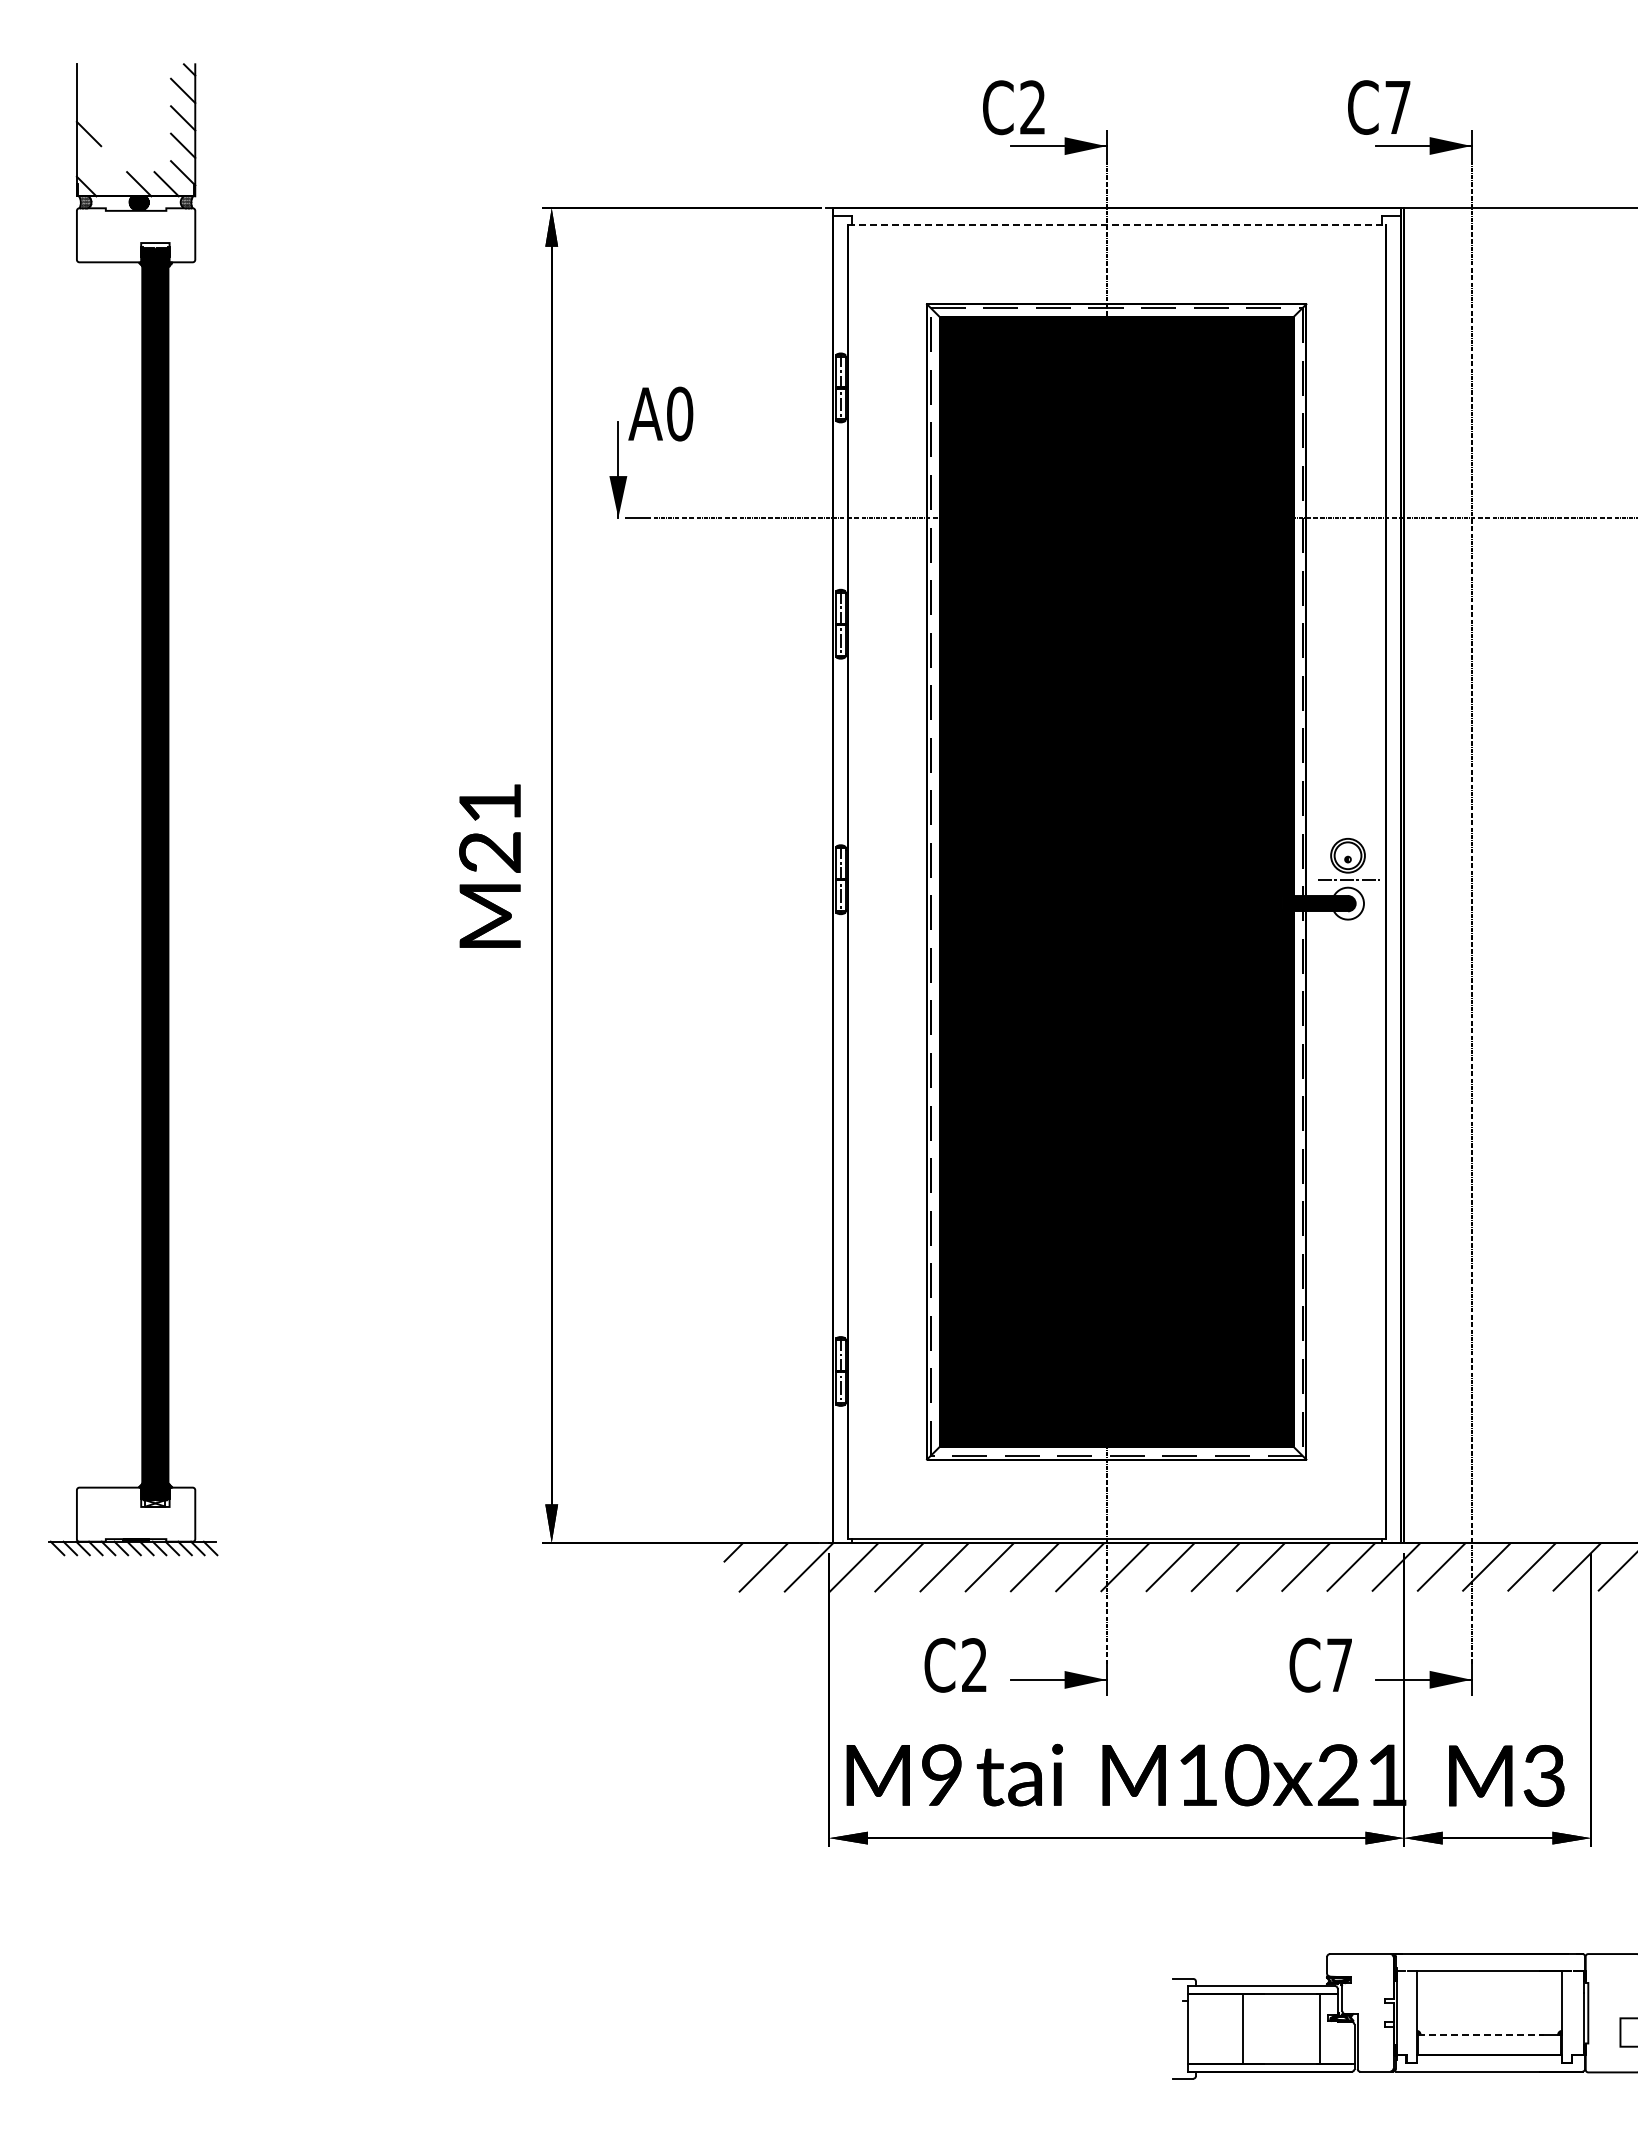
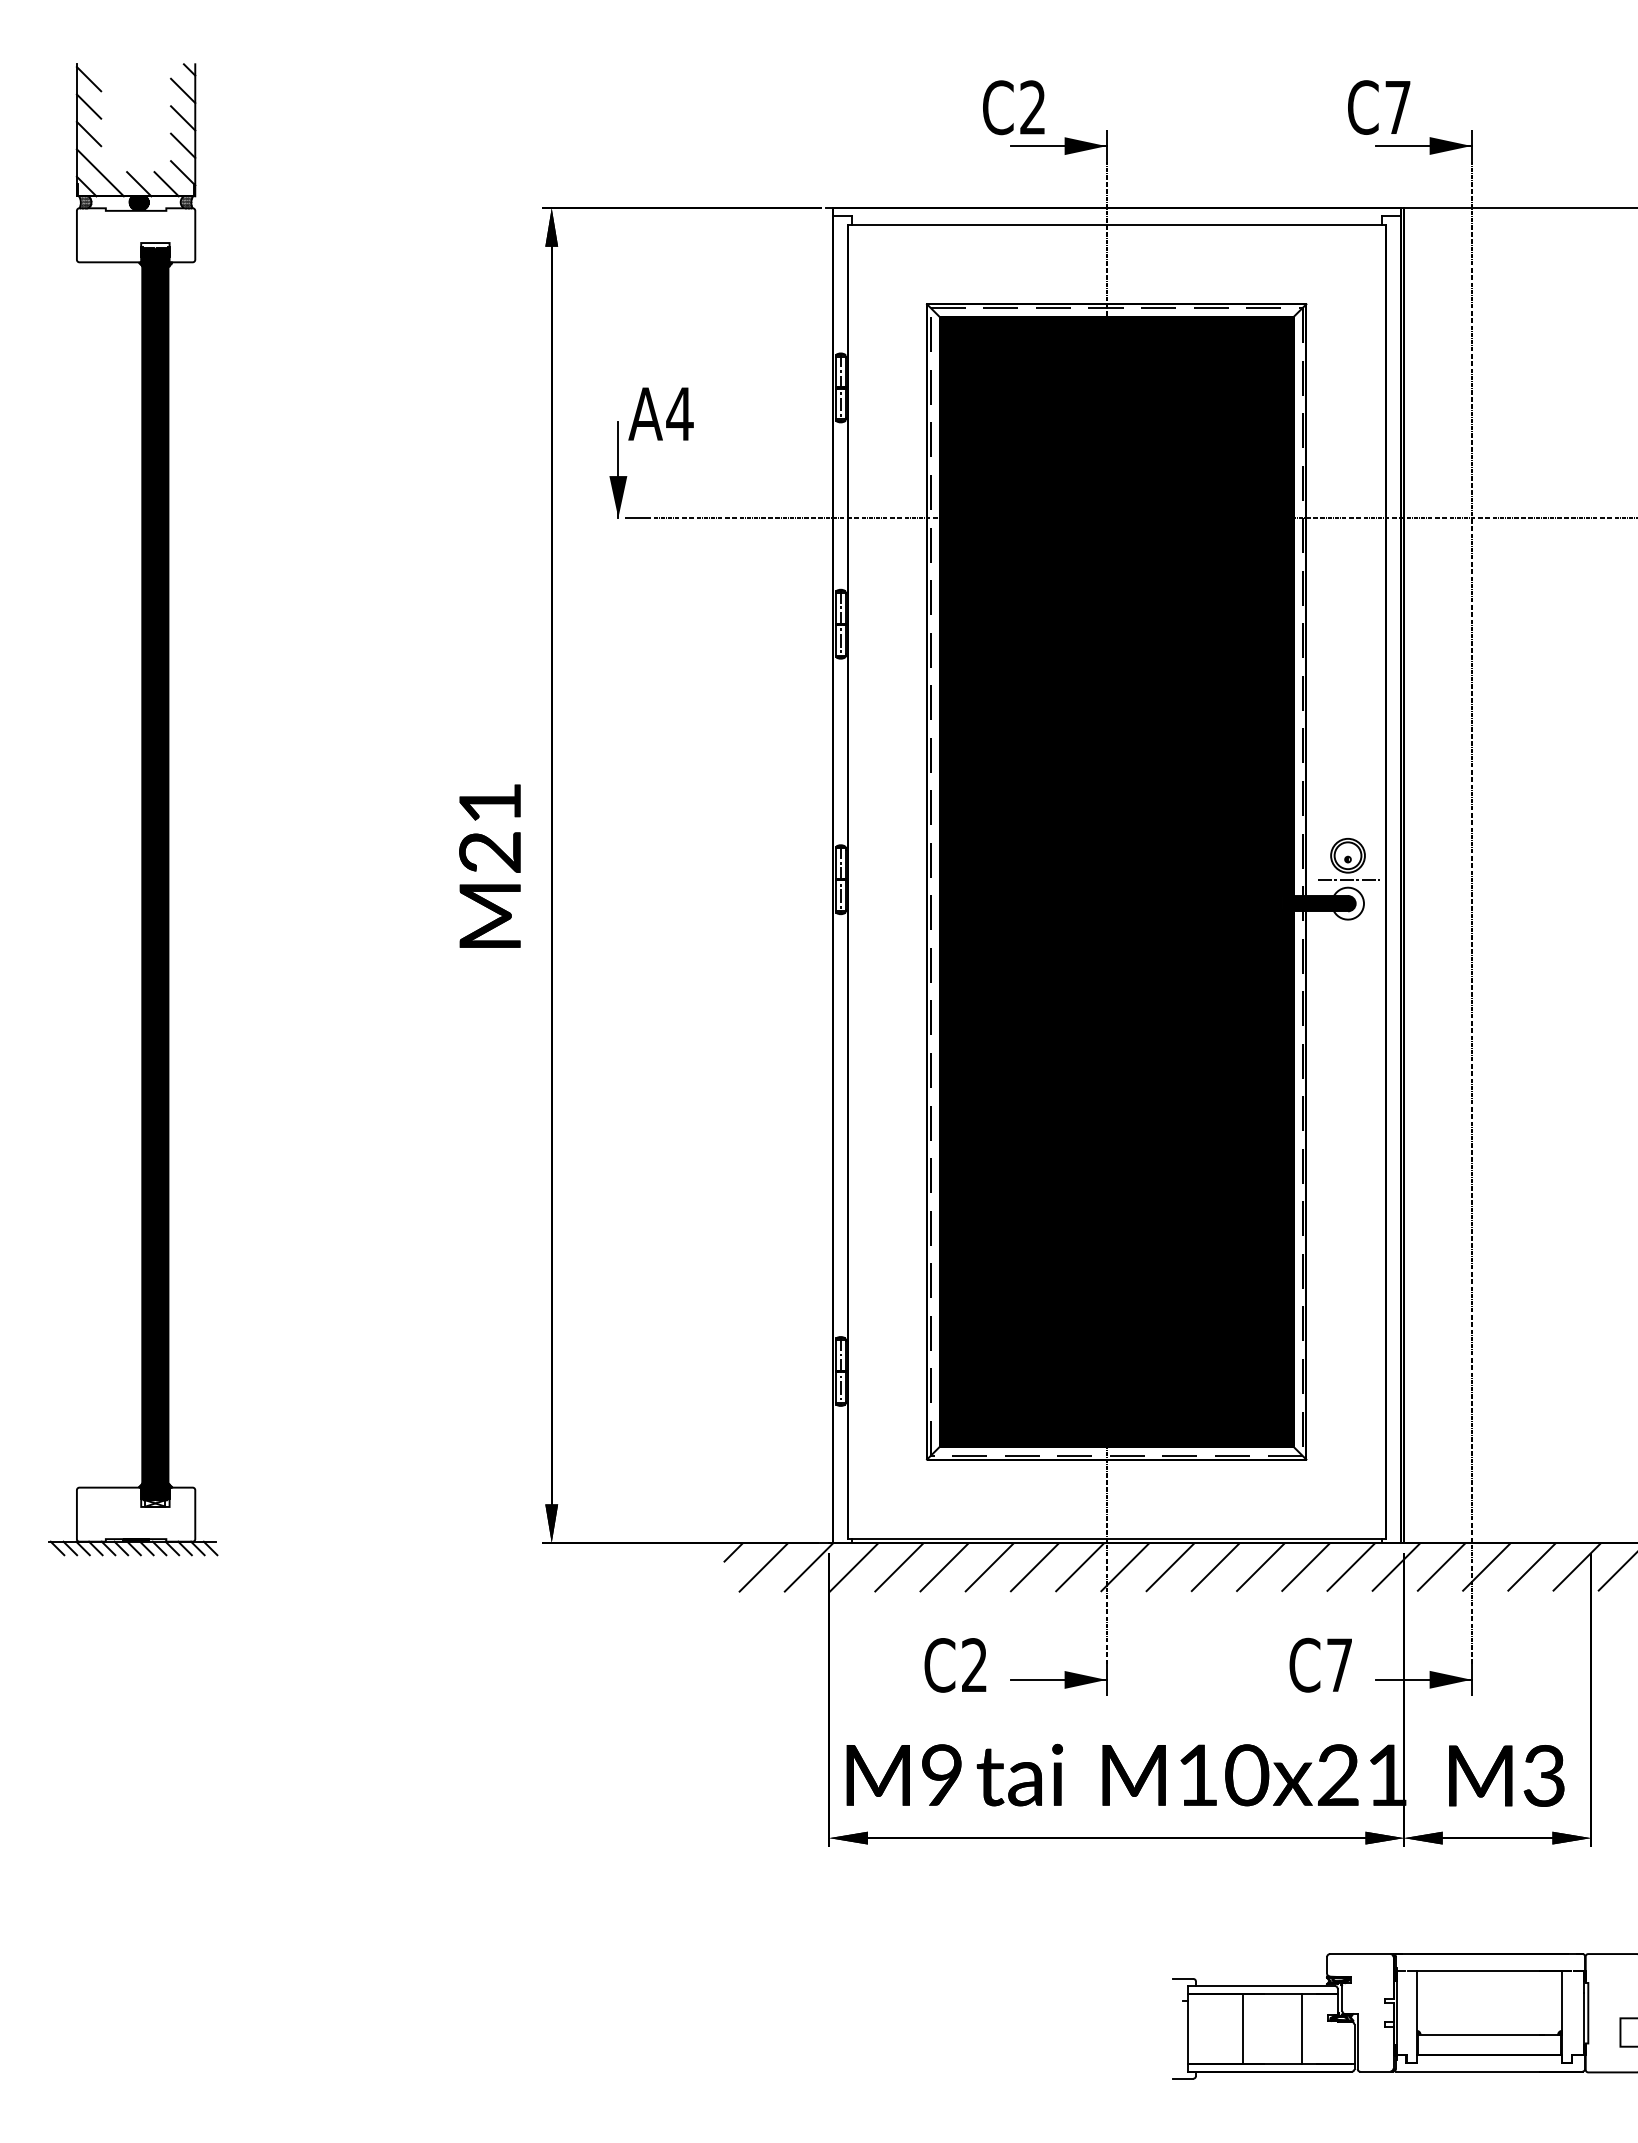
line at (88, 79): none -> present
line at (88, 106): none -> present
line at (99, 172): none -> present
line at (1116, 225): dashed -> solid
text at (679, 413): A0 -> A4
line at (1320, 2028) position: (1320, 2028) -> (1302, 2028)
line at (1480, 2034): dashed -> solid
